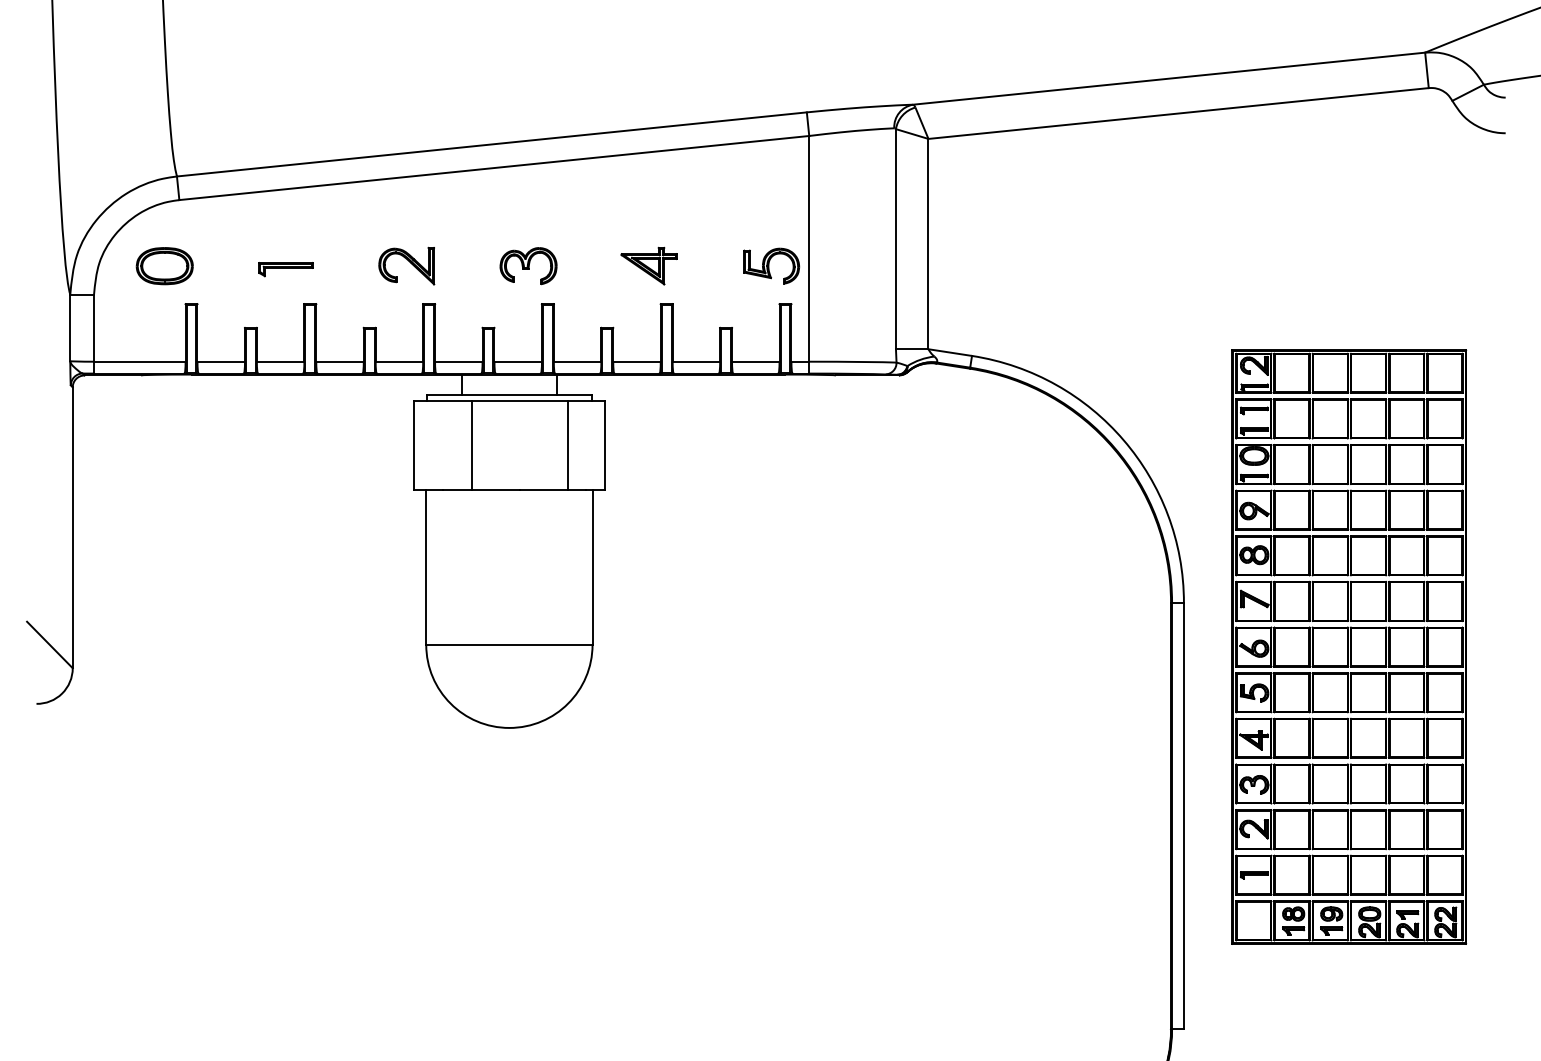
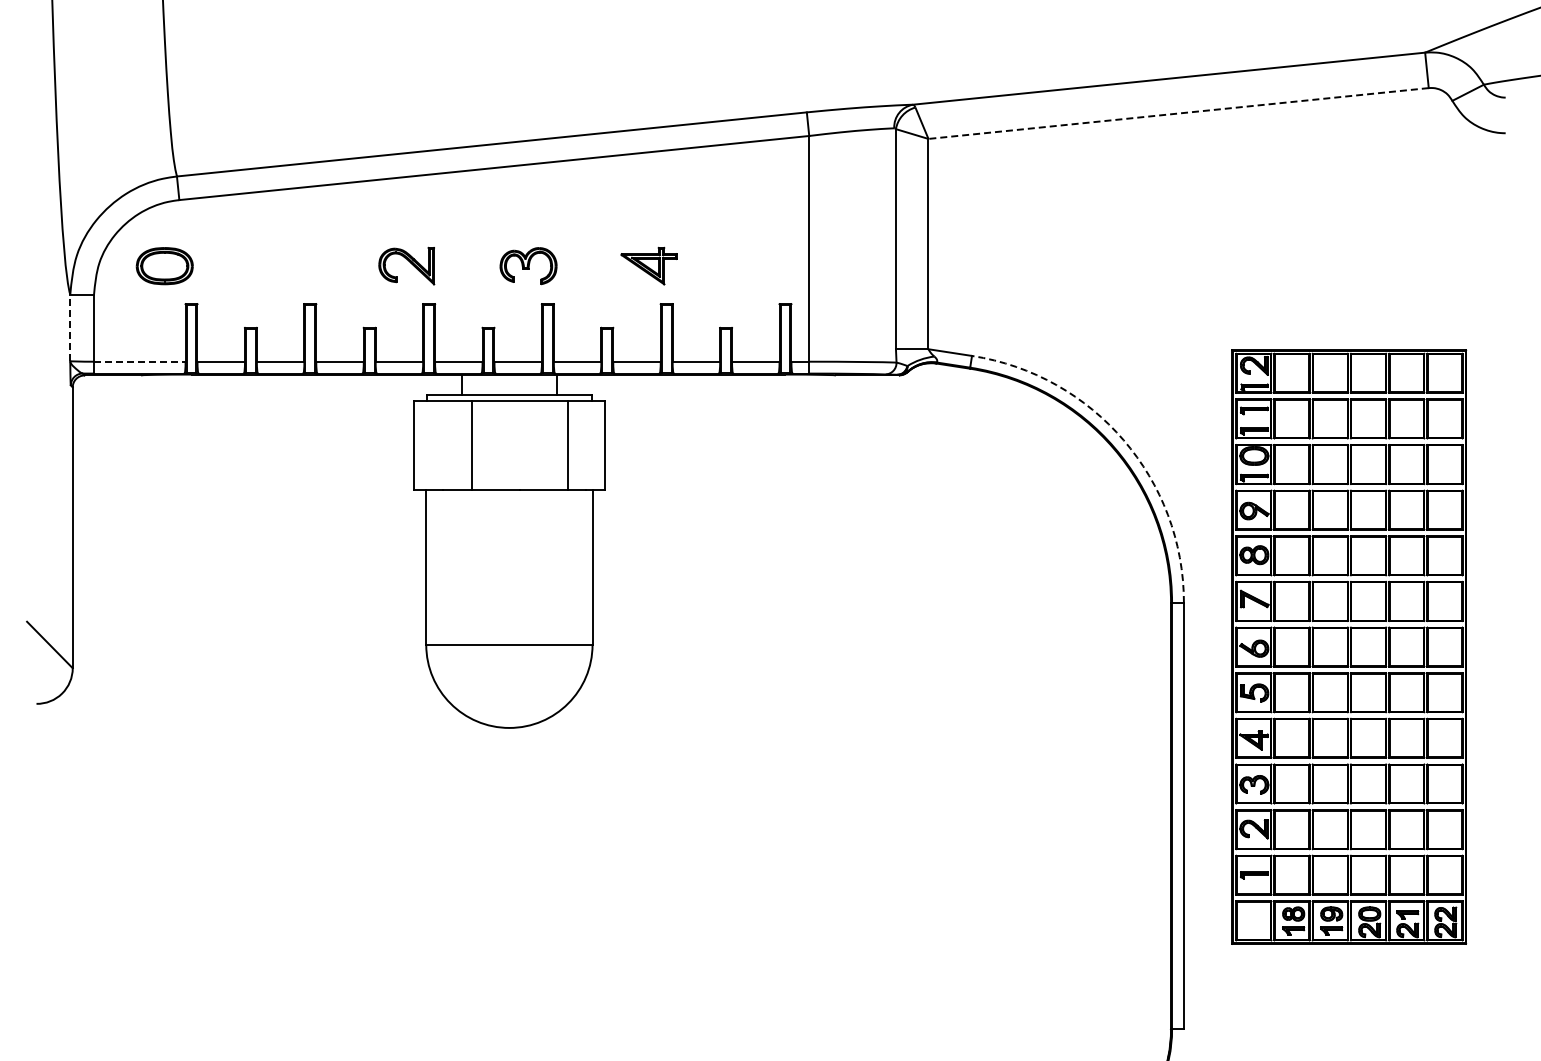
line at (1178, 113): solid -> dashed
part at (771, 265): present -> none
part at (285, 269): present -> none
line at (70, 327): solid -> dashed
line at (139, 361): solid -> dashed
arc at (1123, 440): solid -> dashed
